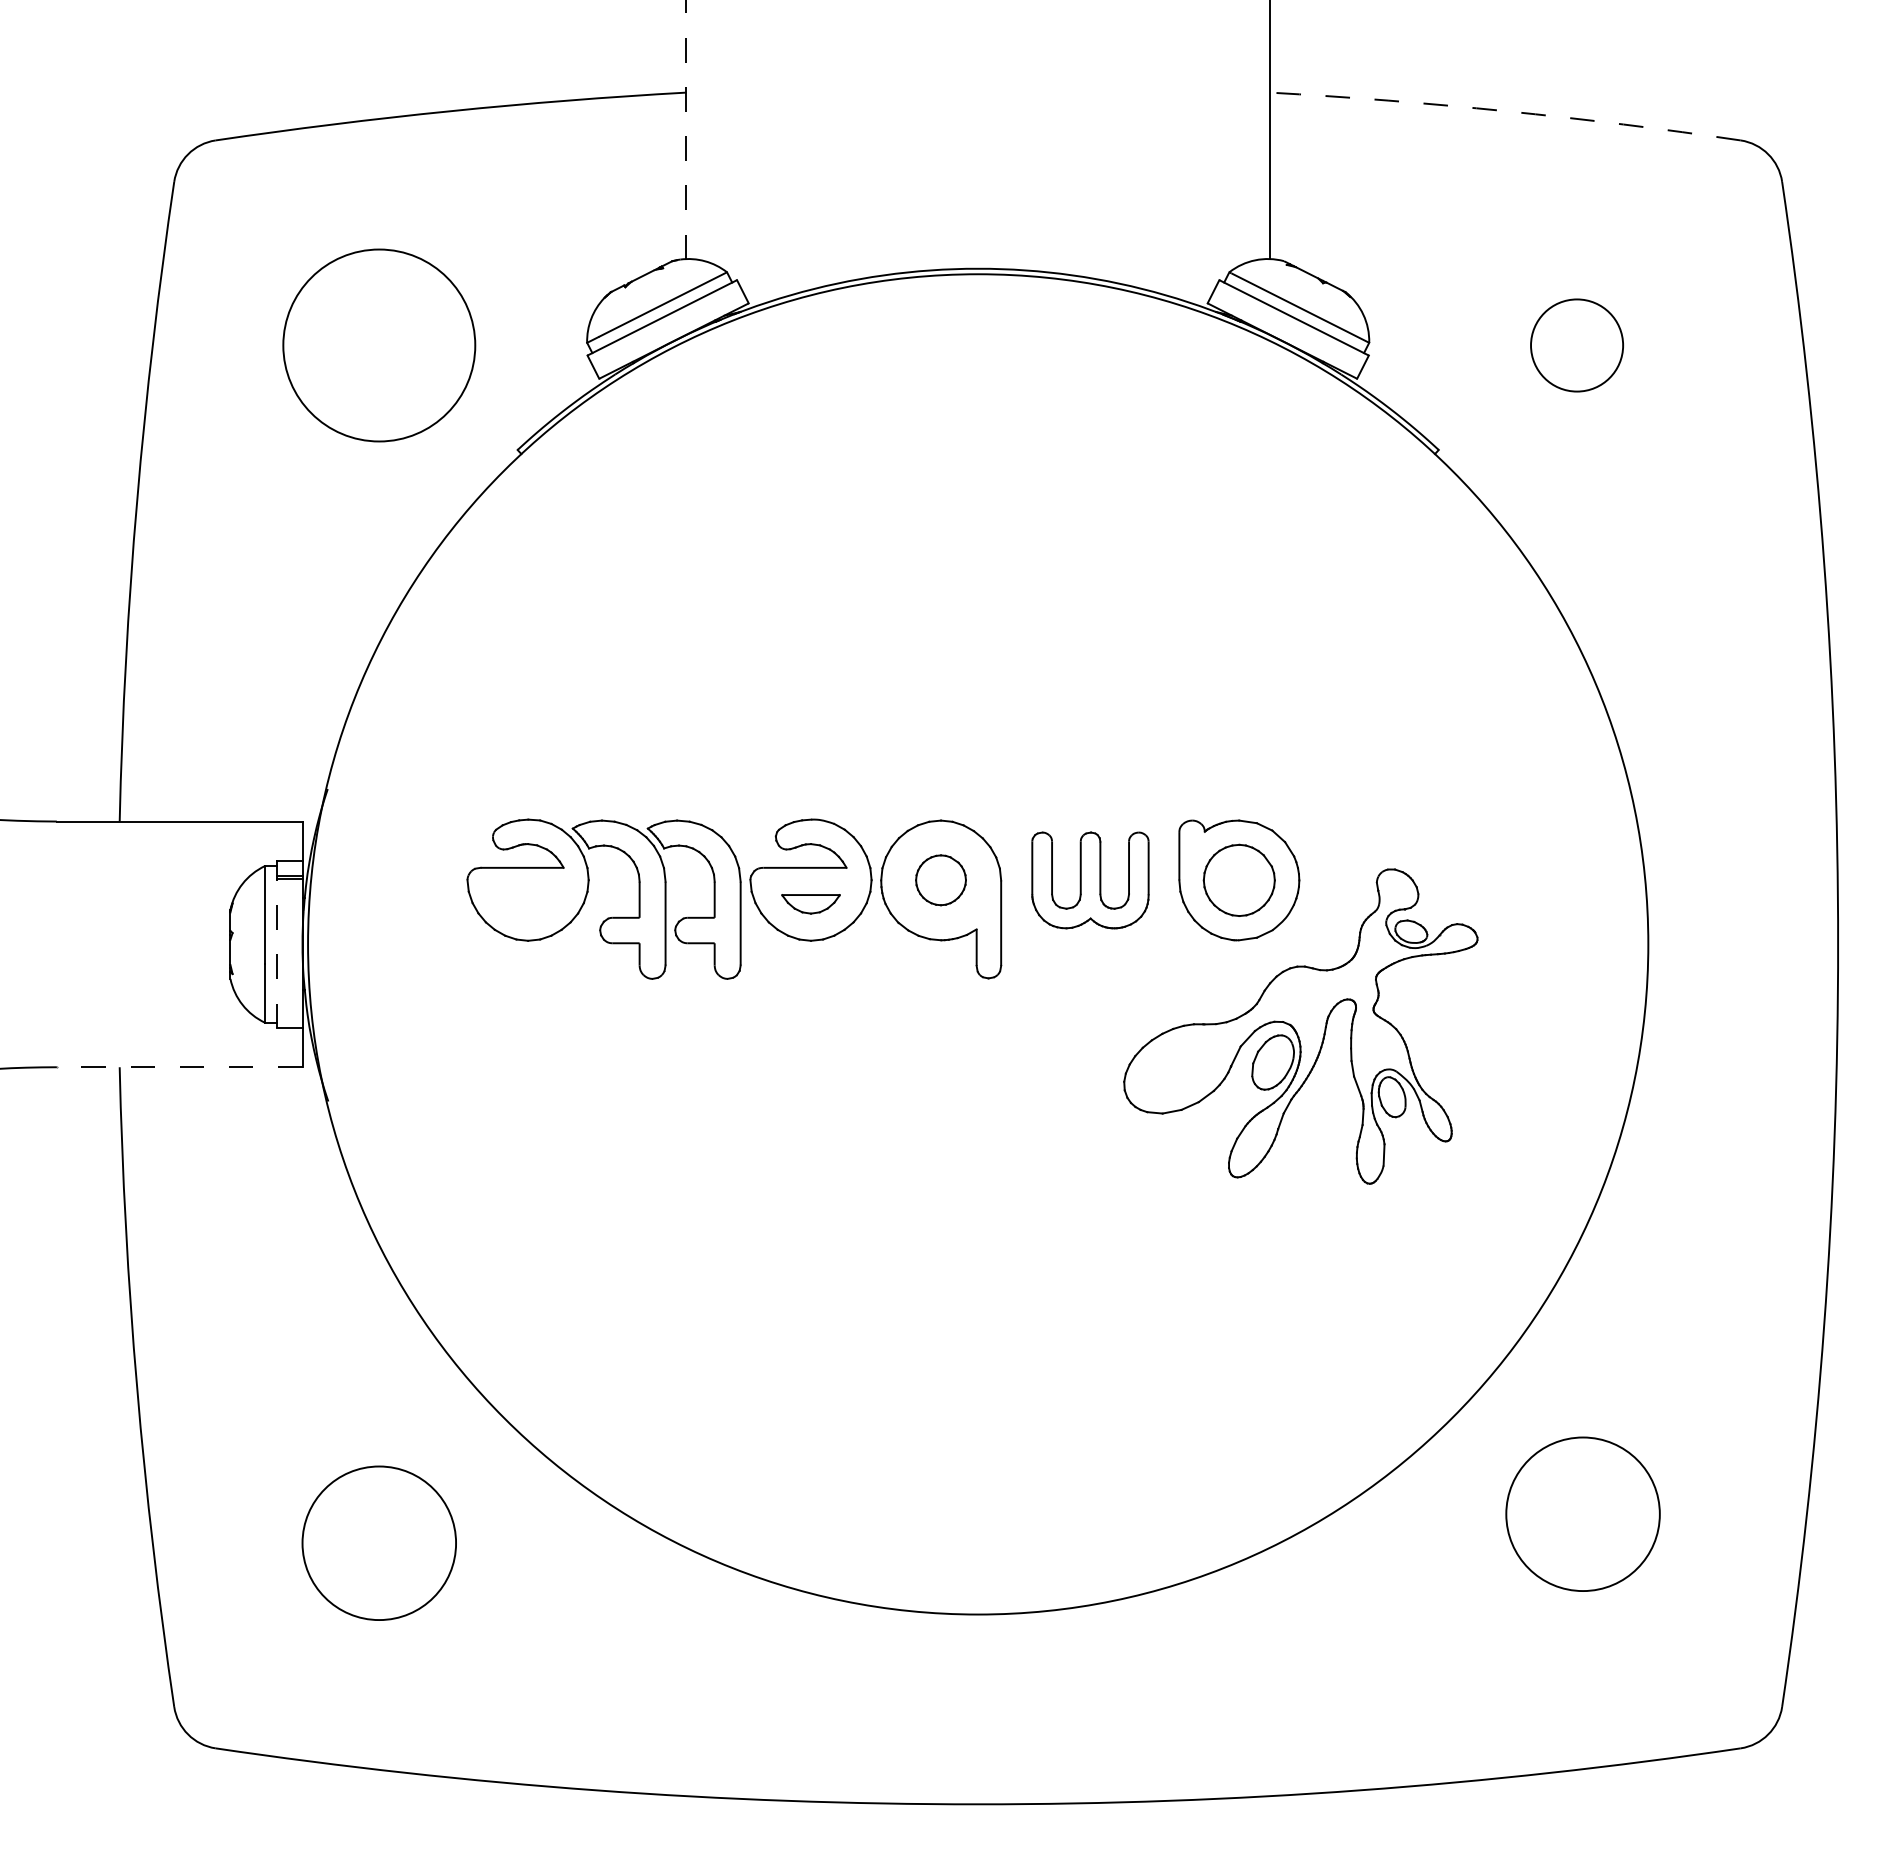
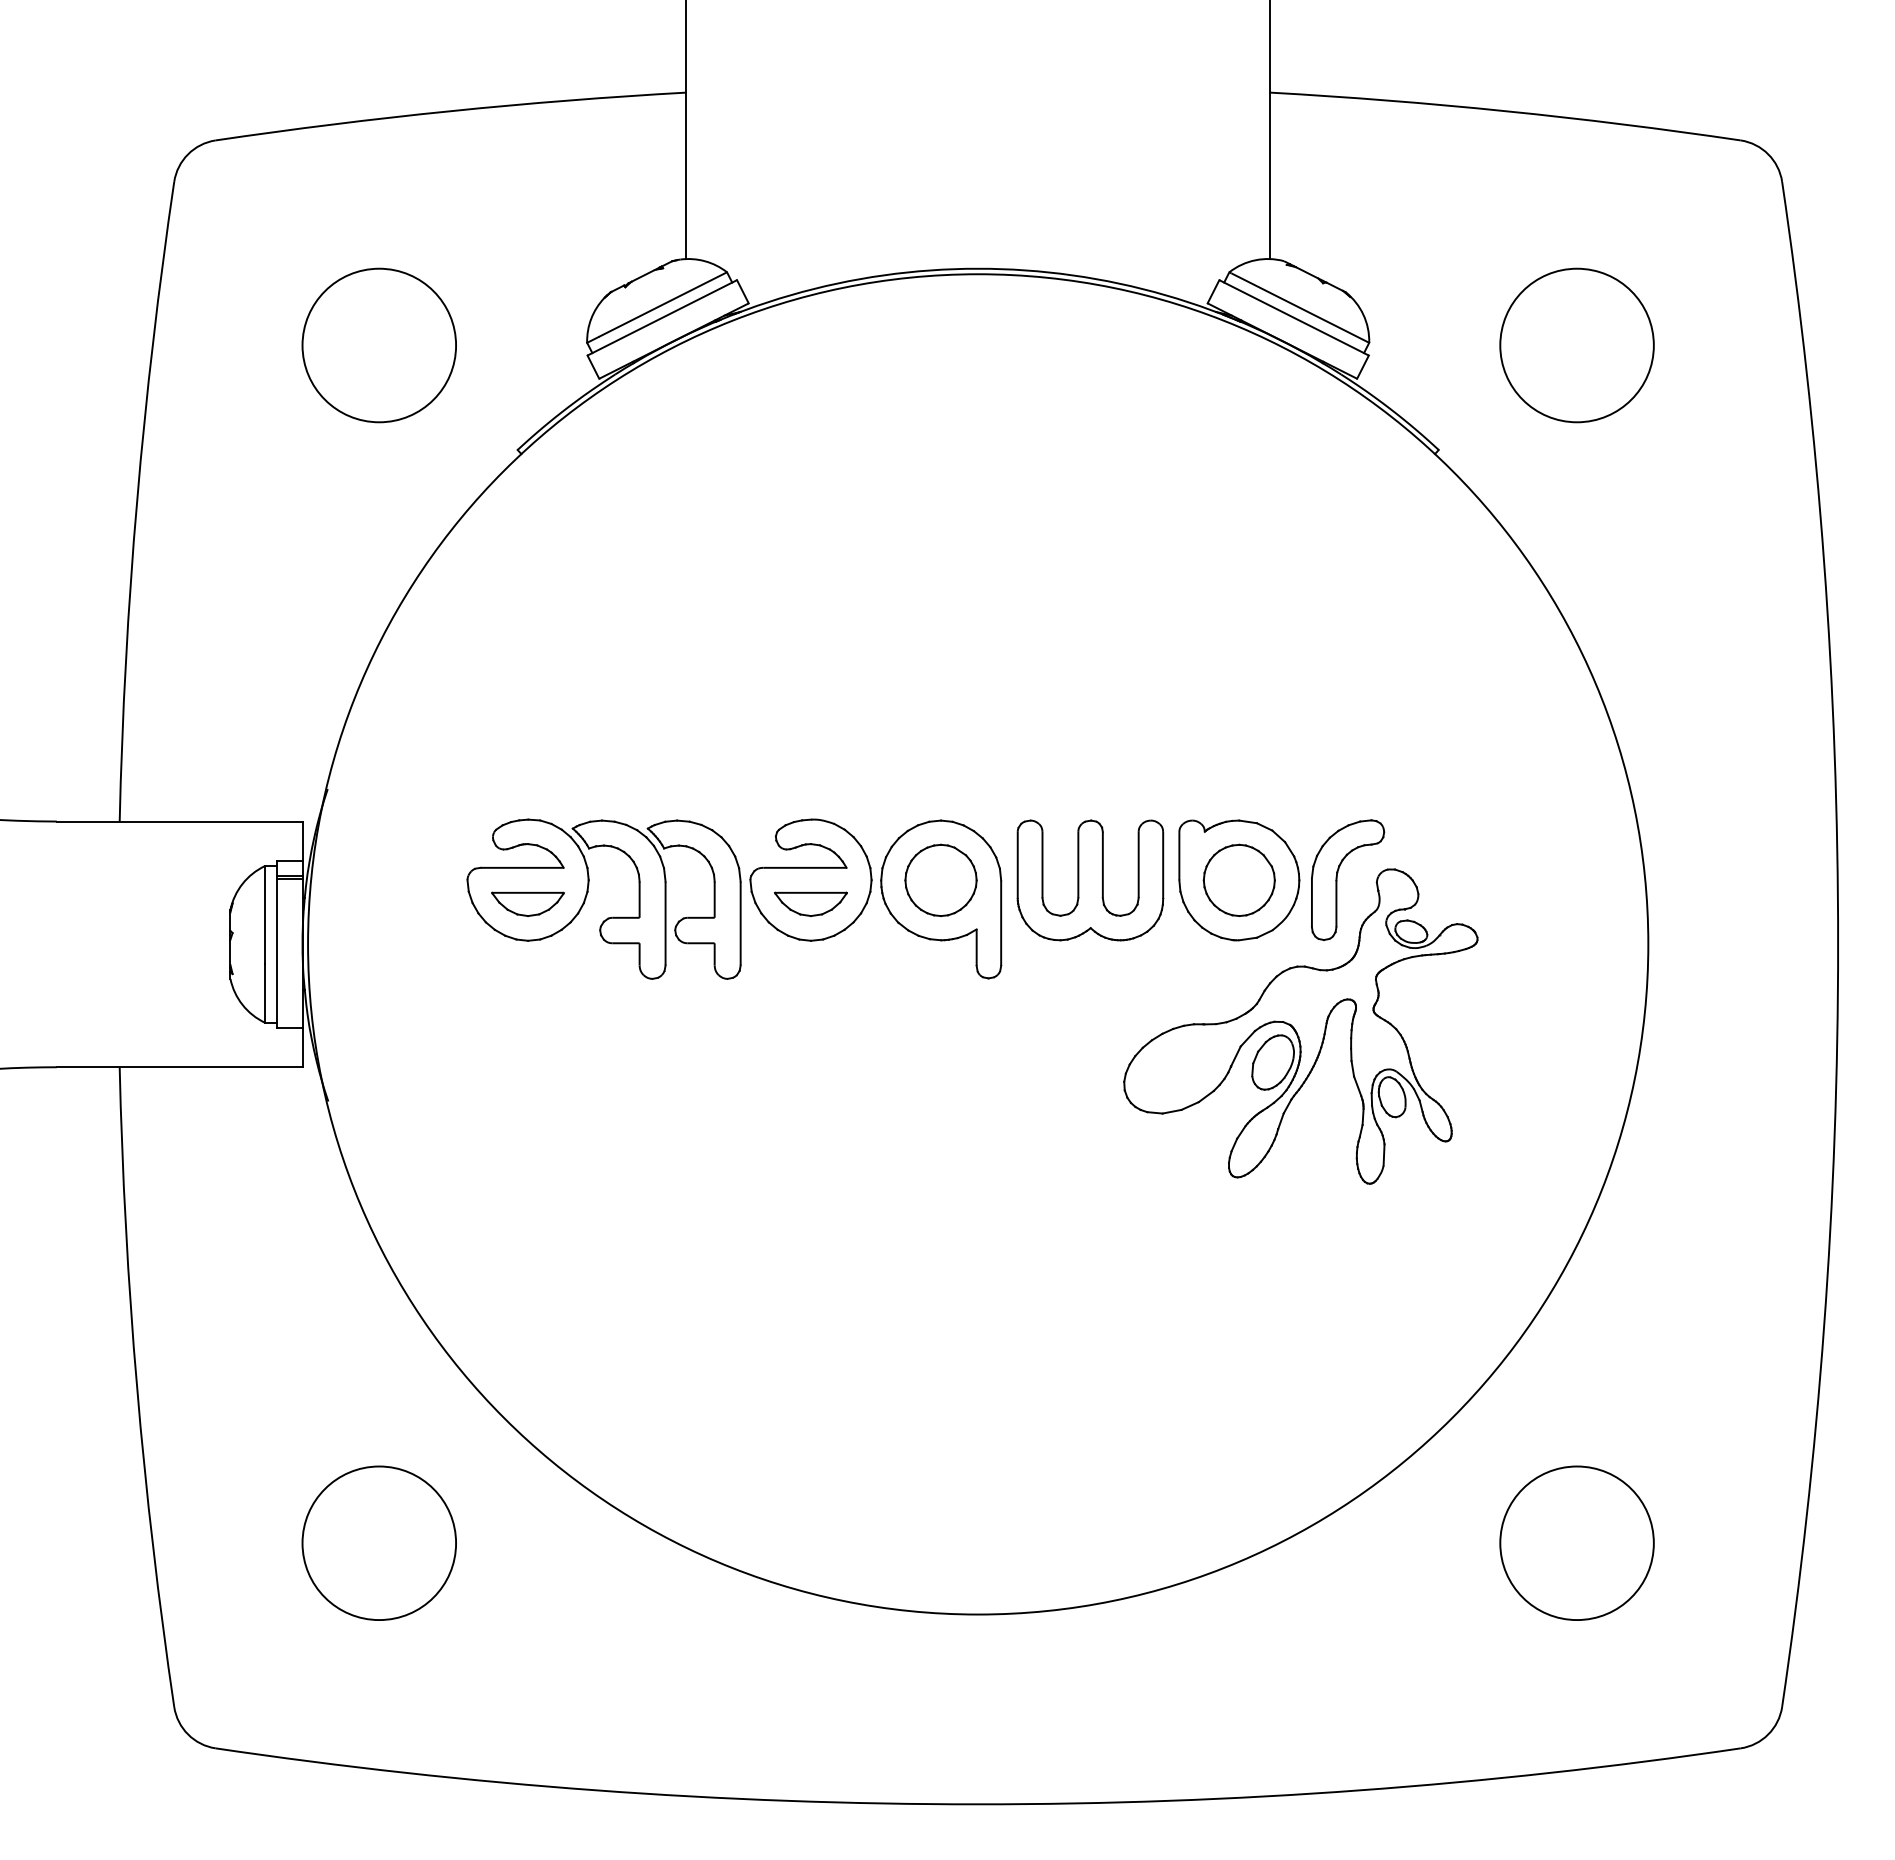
arc at (1505, 111): dashed -> solid
line at (686, 129): dashed -> solid
circle at (379, 345) diameter: 192 px -> 154 px
circle at (1577, 345) diameter: 92 px -> 154 px
part at (1337, 879): none -> present
part at (940, 880) size: 52x53 px -> 74x74 px
part at (1090, 880) size: 119x99 px -> 149x123 px
part at (527, 903): none -> present
part at (810, 904) size: 60x21 px -> 74x26 px
line at (276, 953): dashed -> solid
line at (179, 1067): dashed -> solid
circle at (1582, 1513) position: (1582, 1513) -> (1576, 1542)
